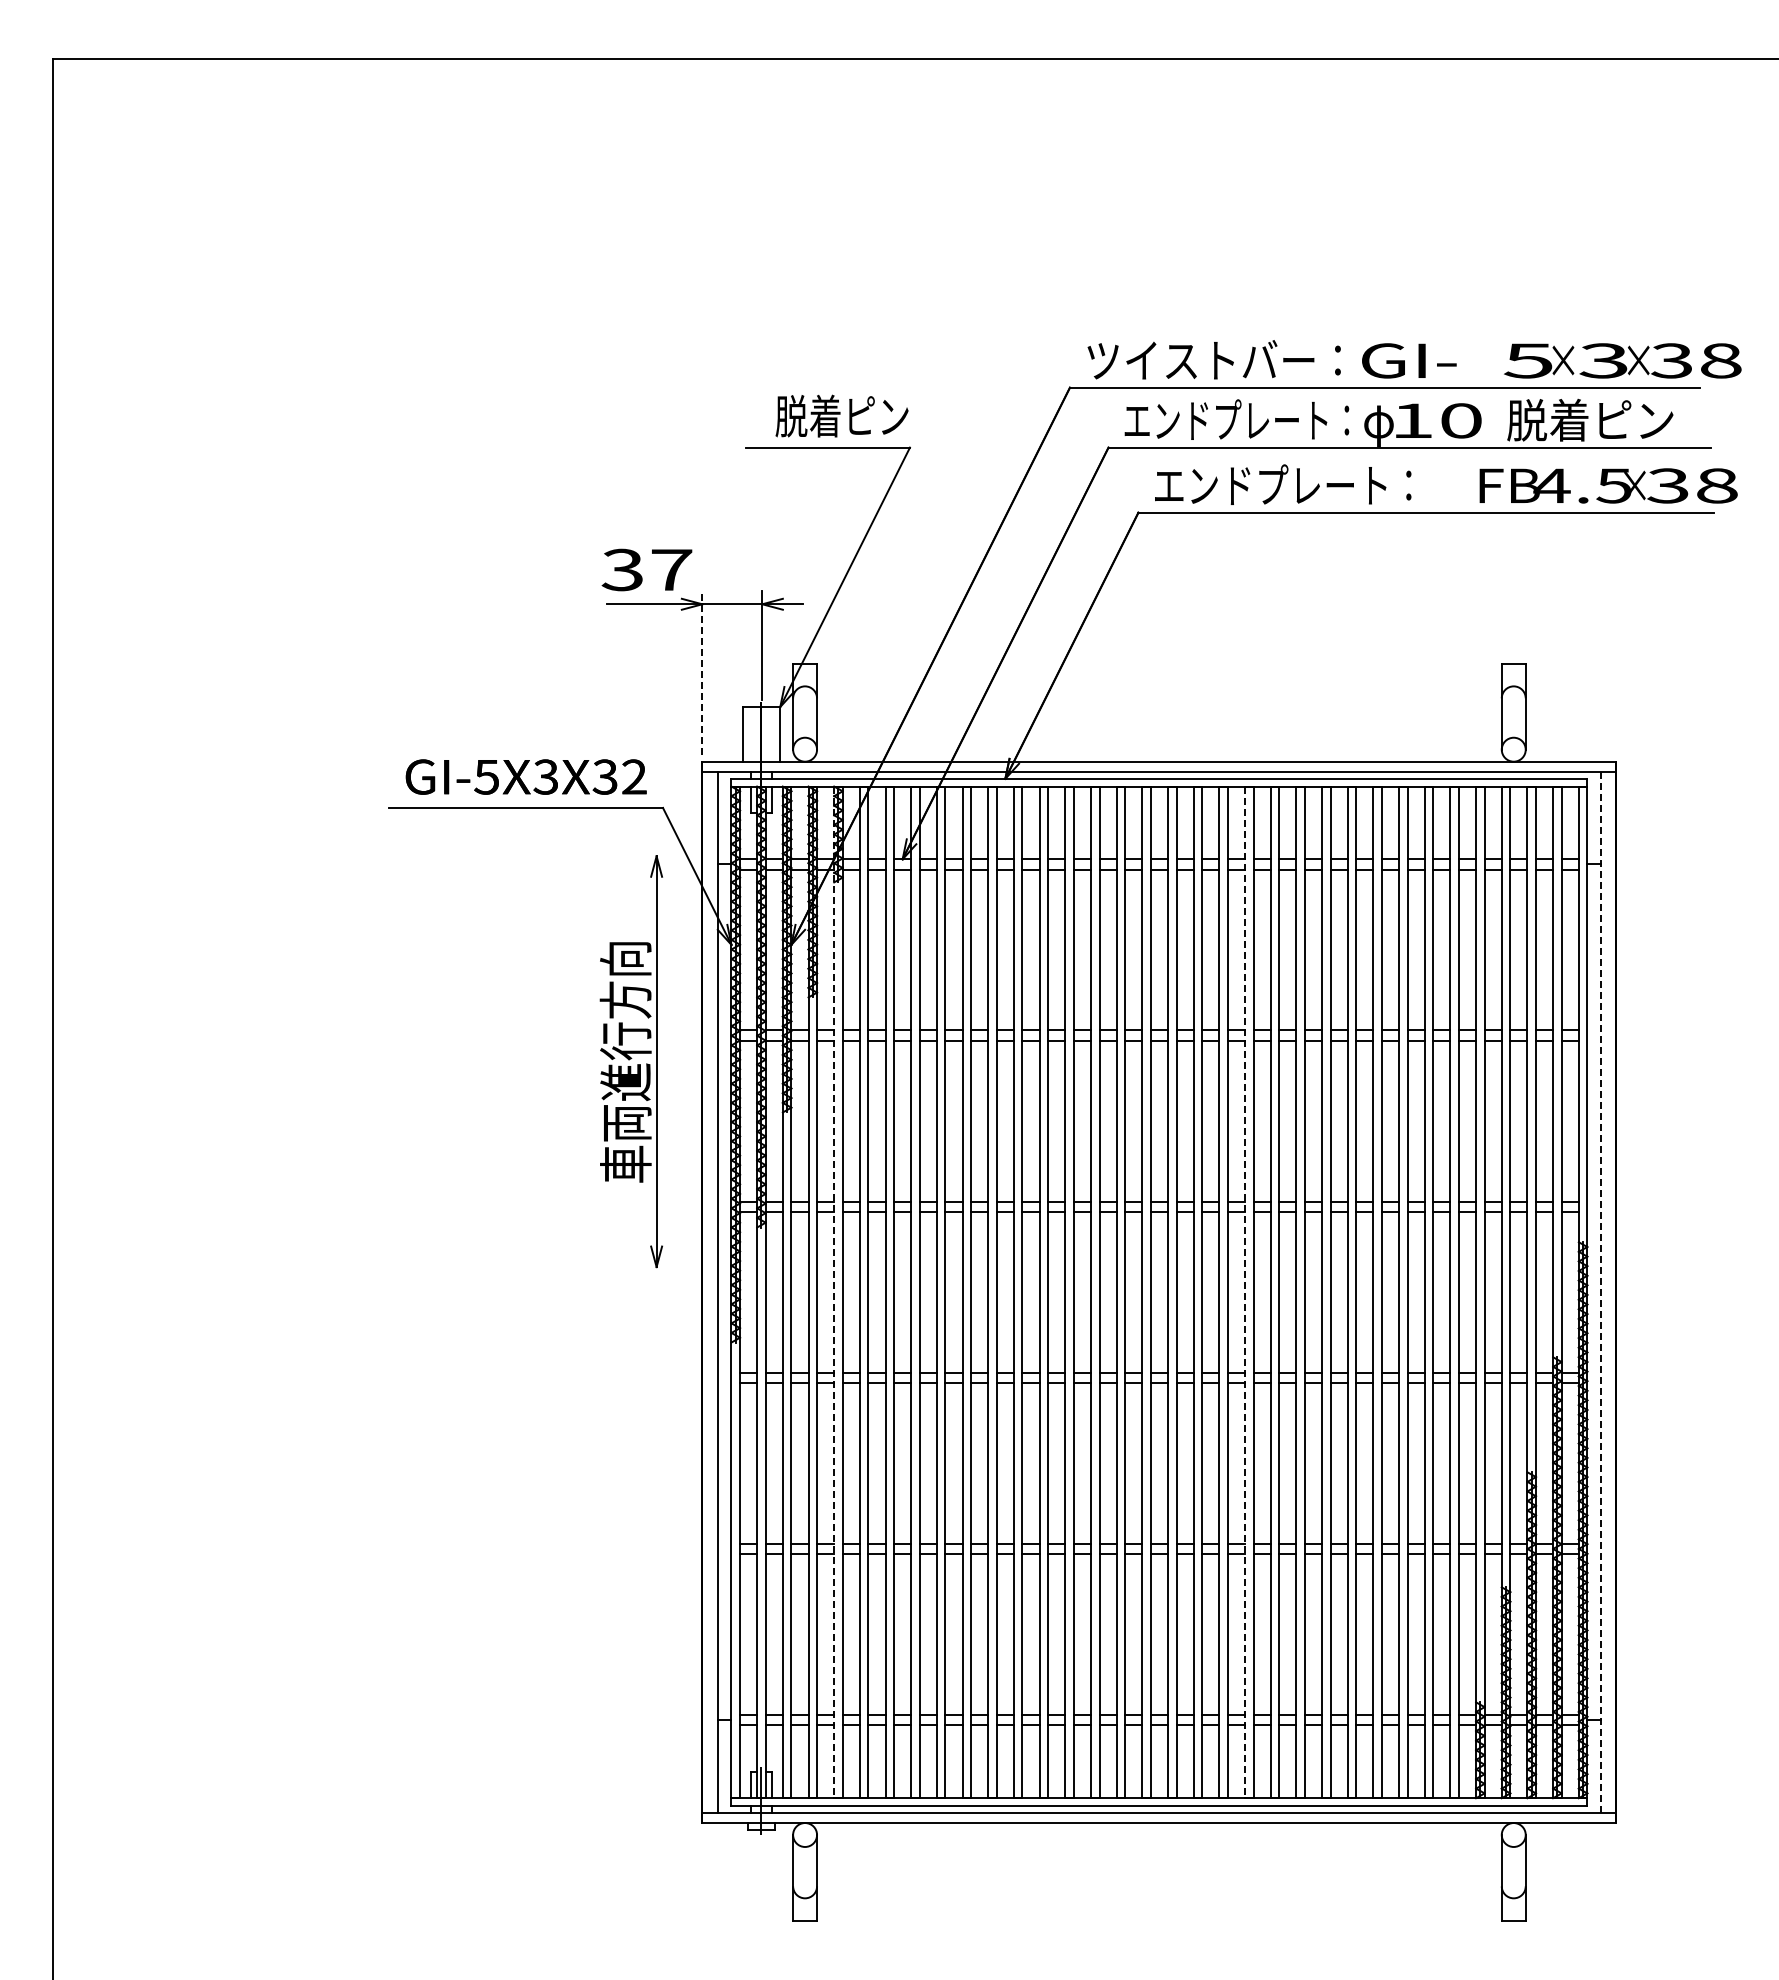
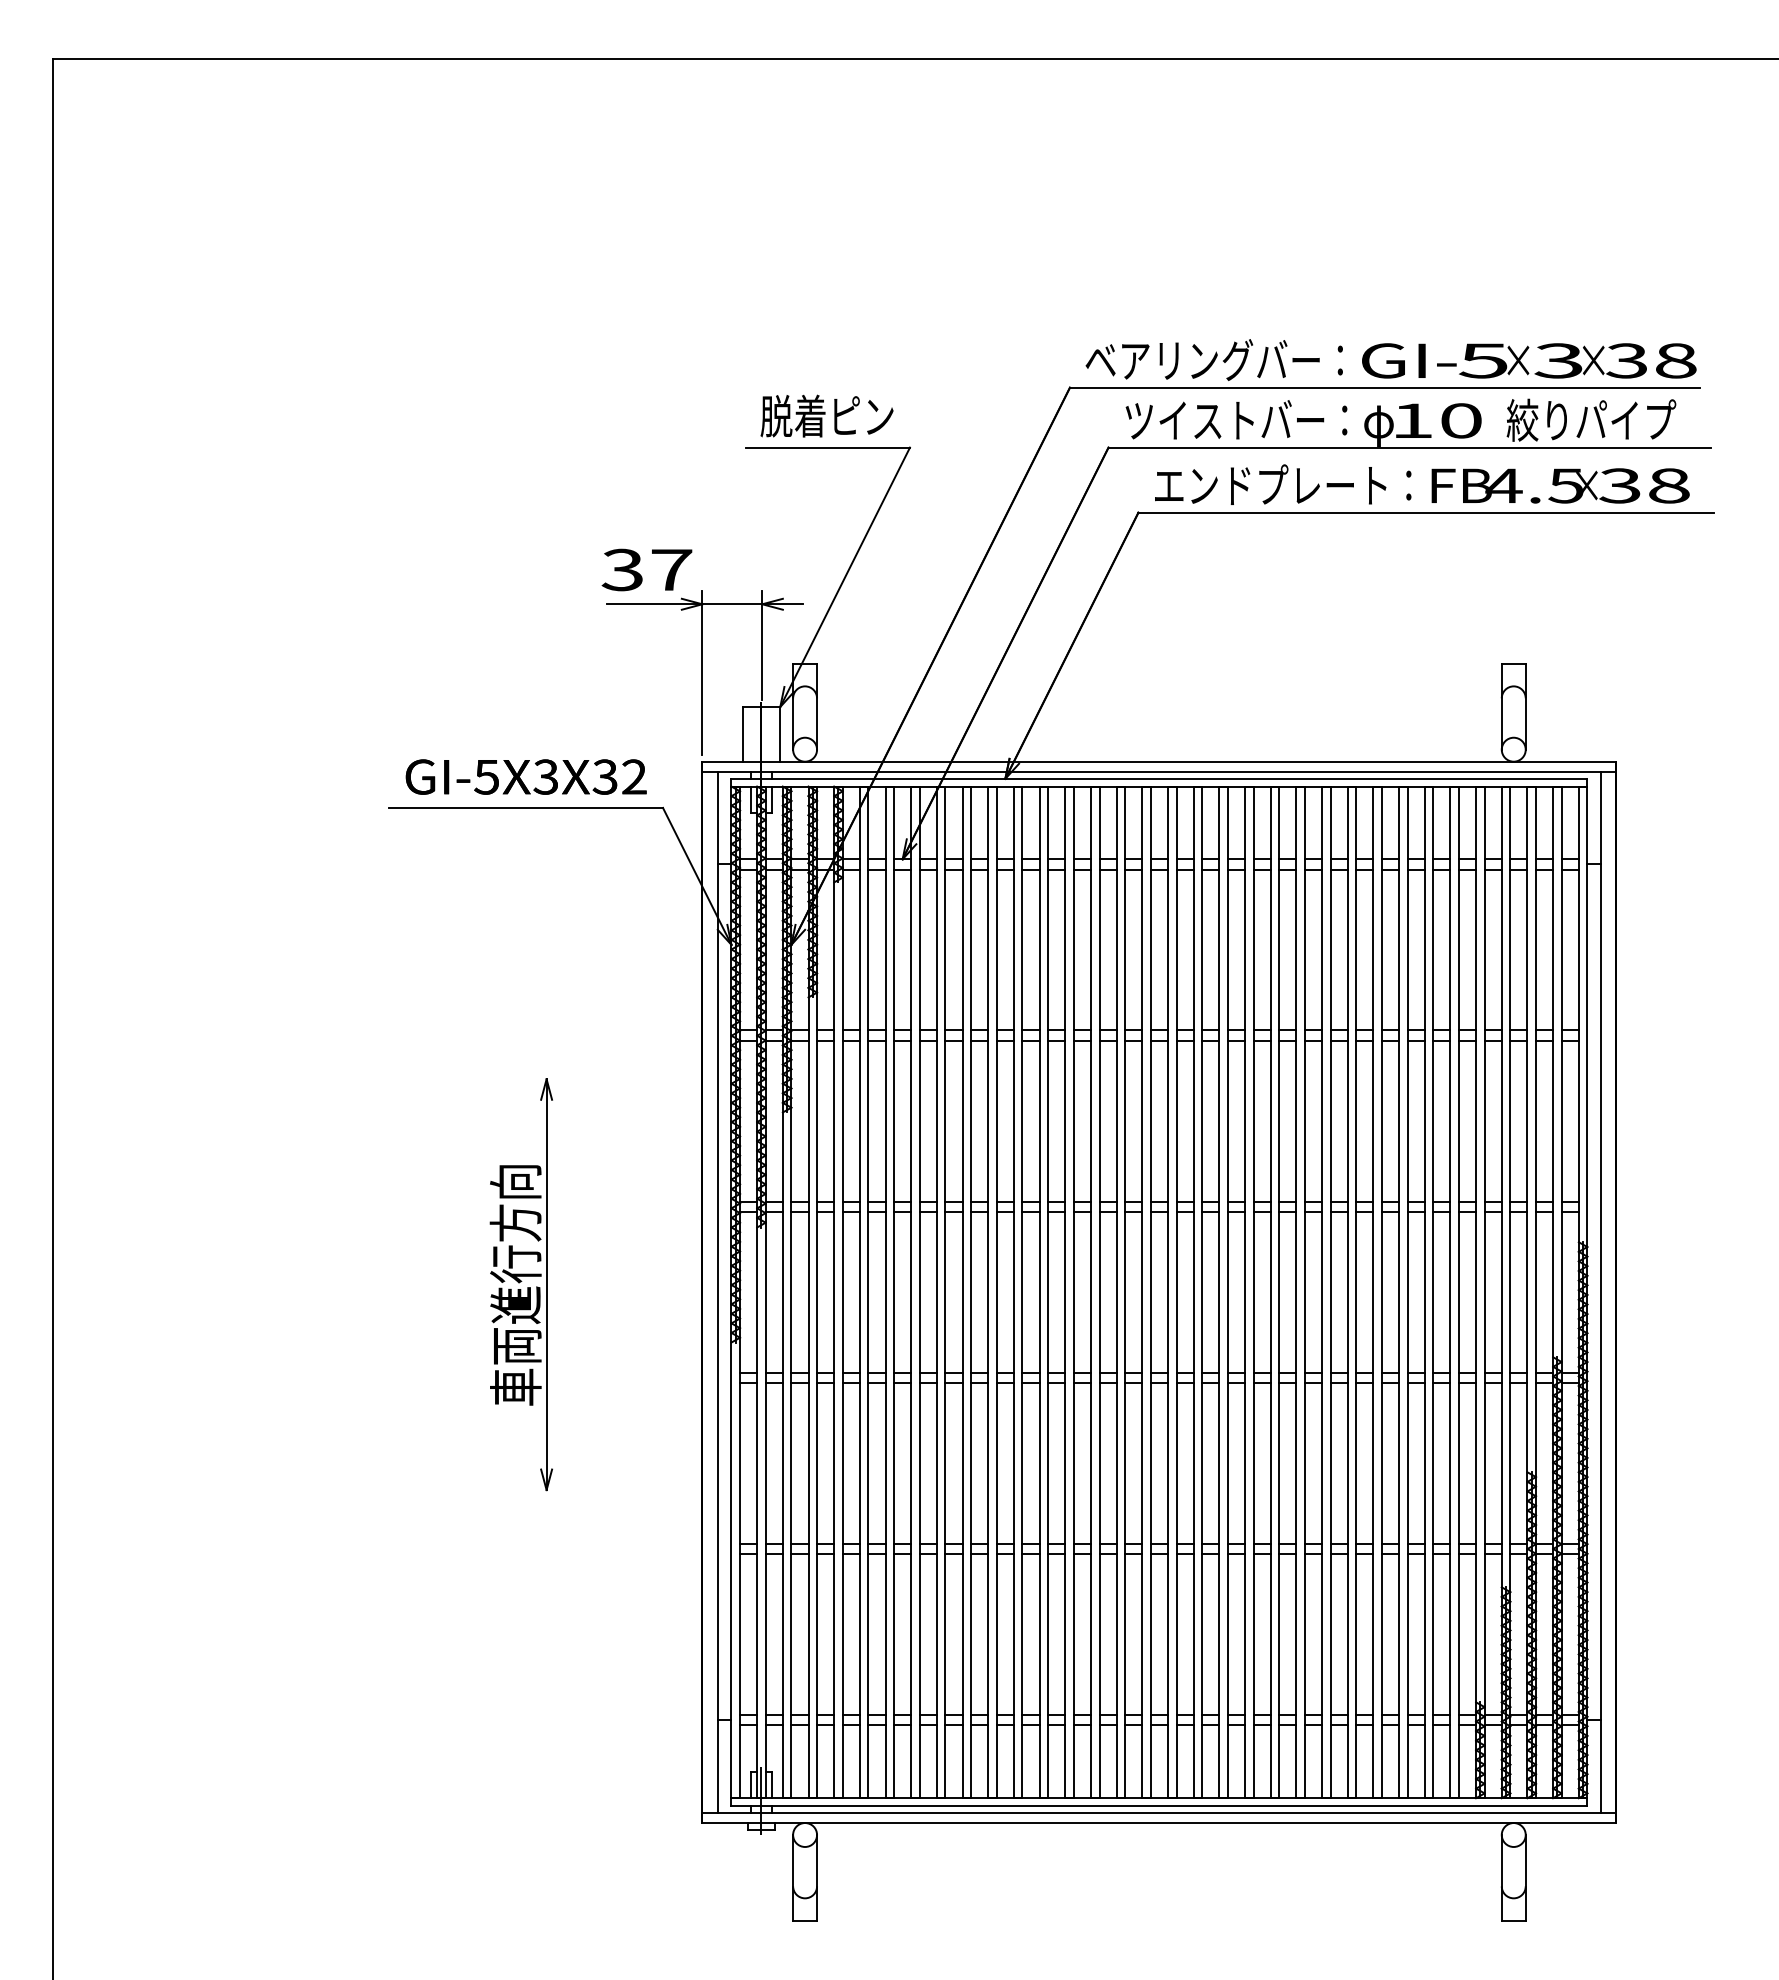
text at (1213, 360): ツイストバー： -> ベアリングバー：
text at (1622, 360) position: (1622, 360) -> (1577, 360)
text at (841, 415) position: (841, 415) -> (826, 415)
text at (1236, 419): エンドプレート： -> ツイストバー：
text at (1591, 419): 脱着ピン -> 絞りパイプ
text at (1608, 485) position: (1608, 485) -> (1560, 485)
line at (702, 672): dashed -> solid
part at (630, 1061) position: (630, 1061) -> (520, 1284)
line at (1601, 1291): dashed -> solid
line at (834, 1292): dashed -> solid
line at (1245, 1292): dashed -> solid
